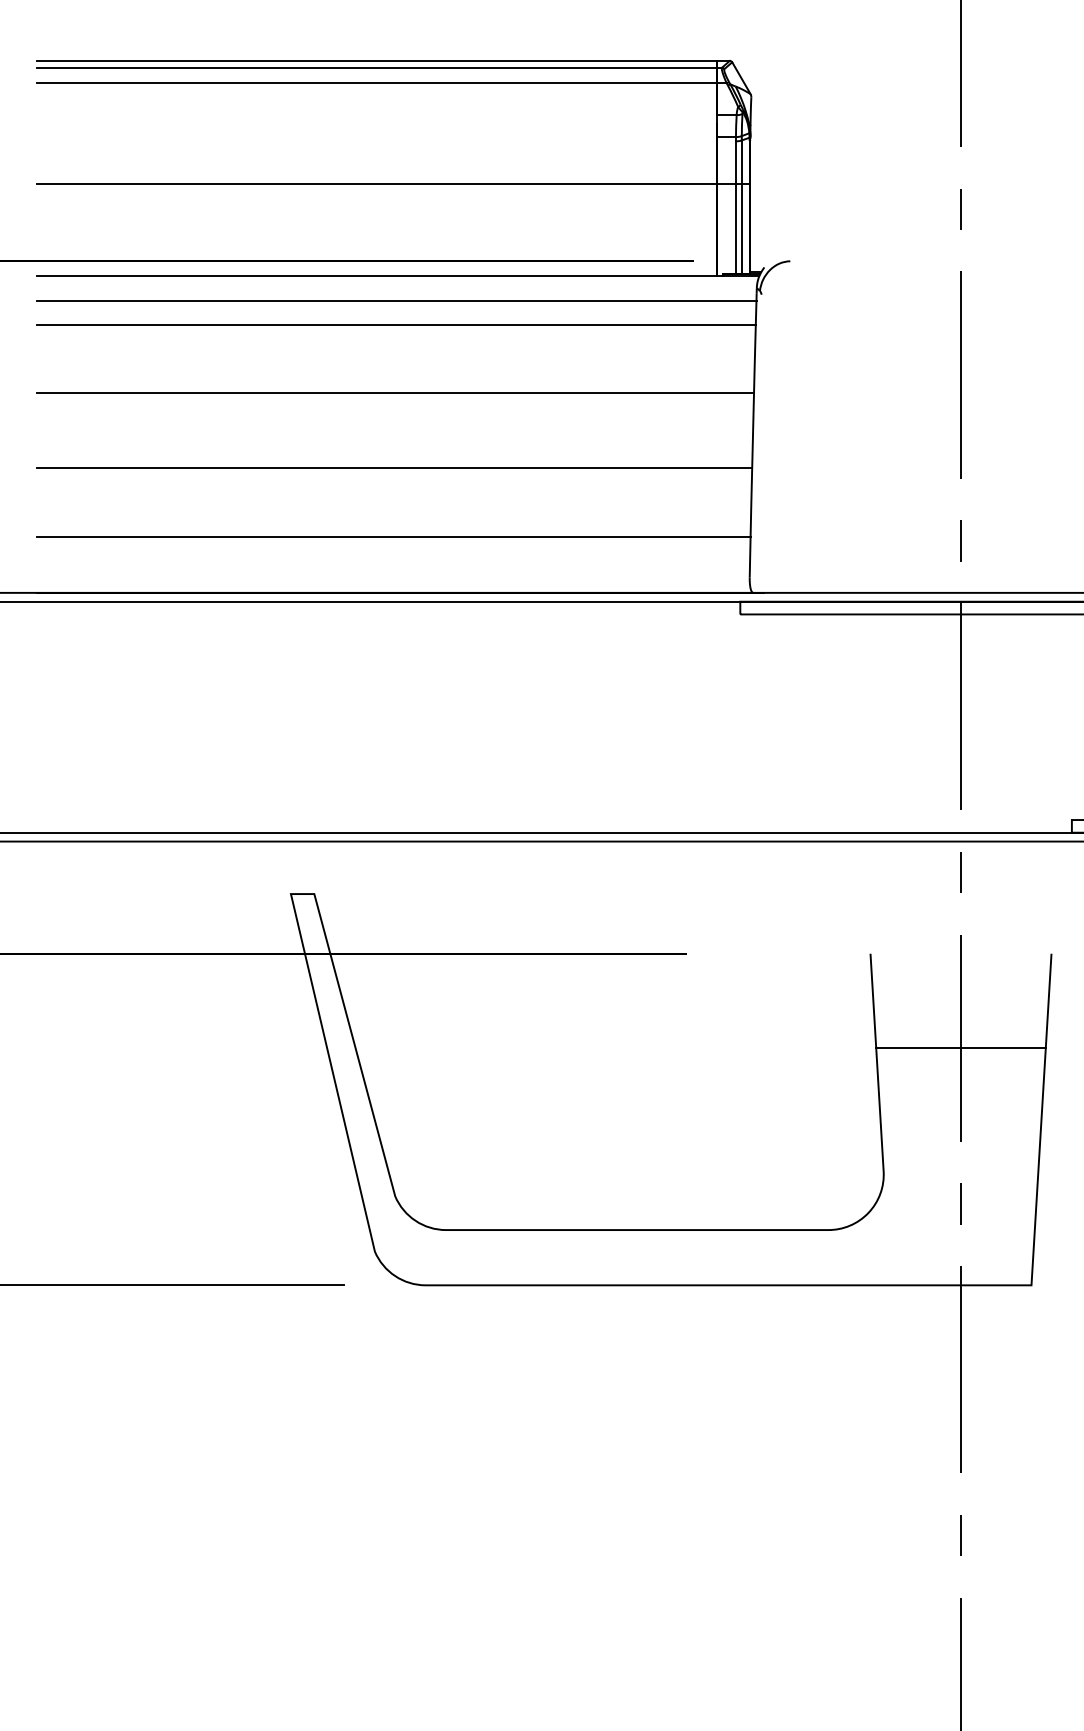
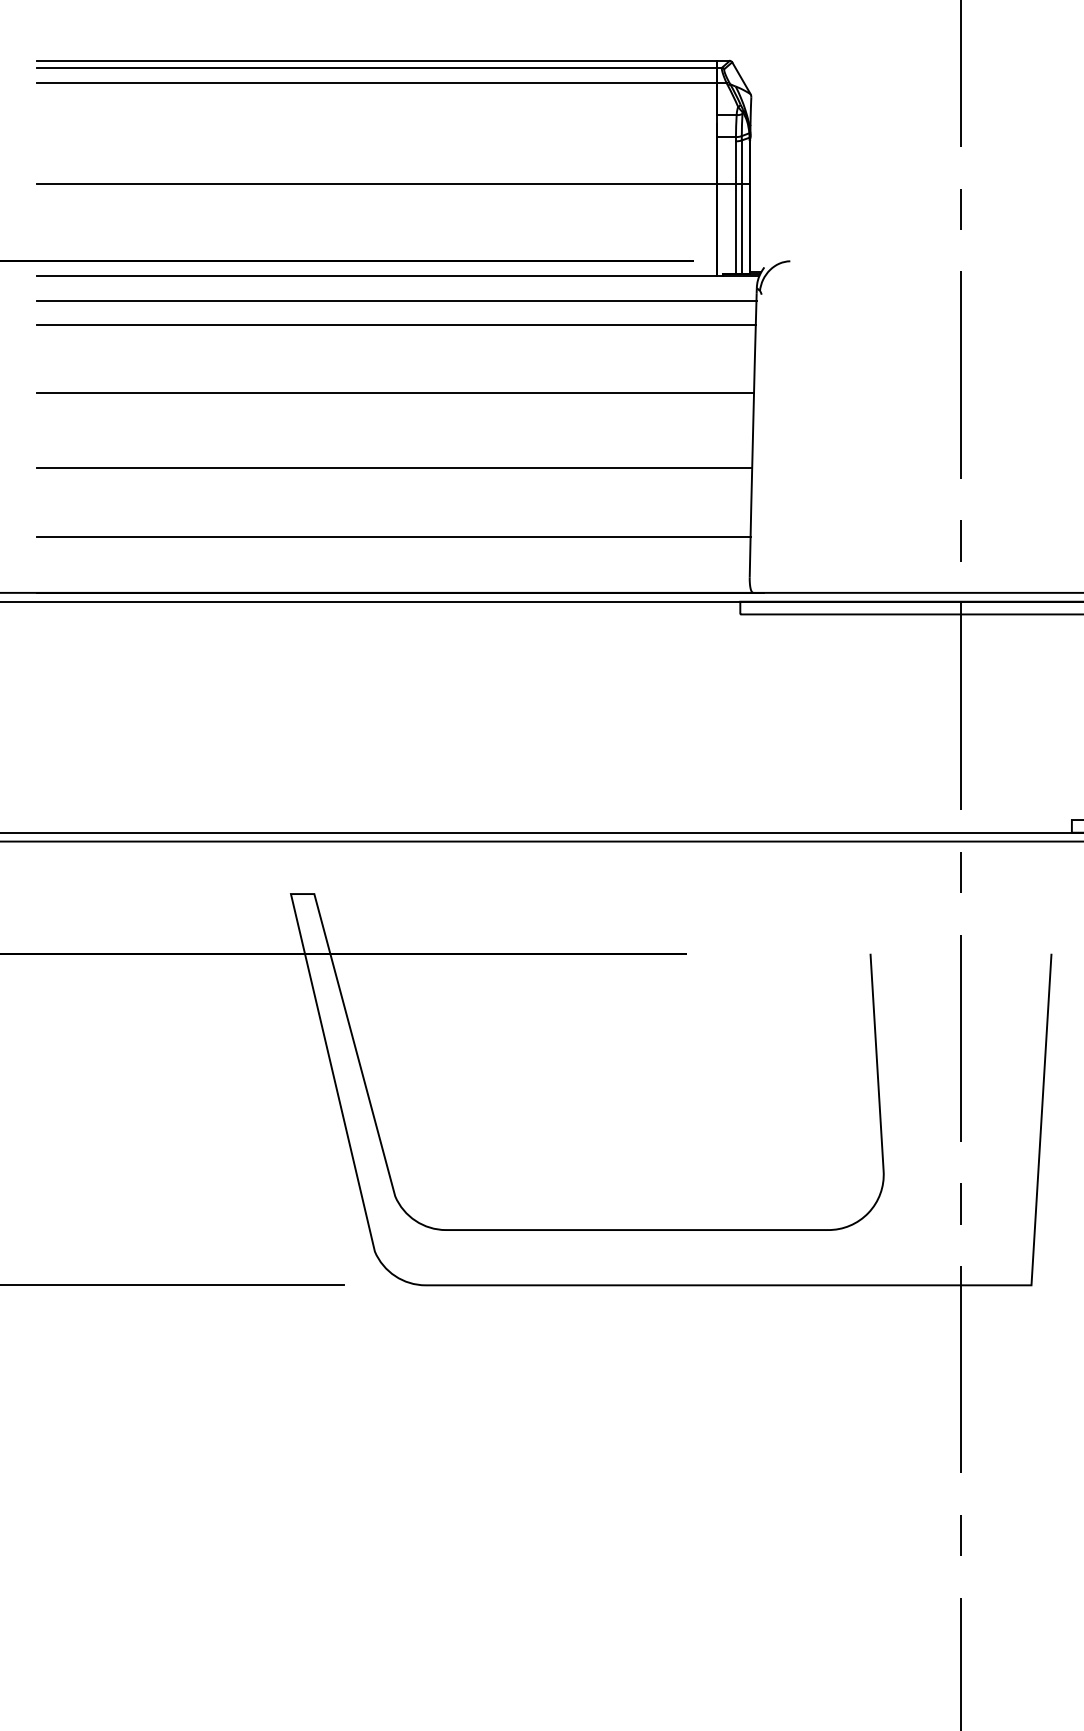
line at (960, 1047): present -> none
